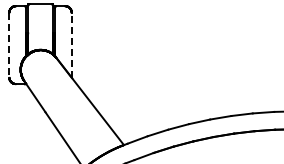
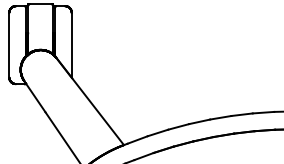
line at (9, 45): dashed -> solid
line at (71, 45): dashed -> solid
